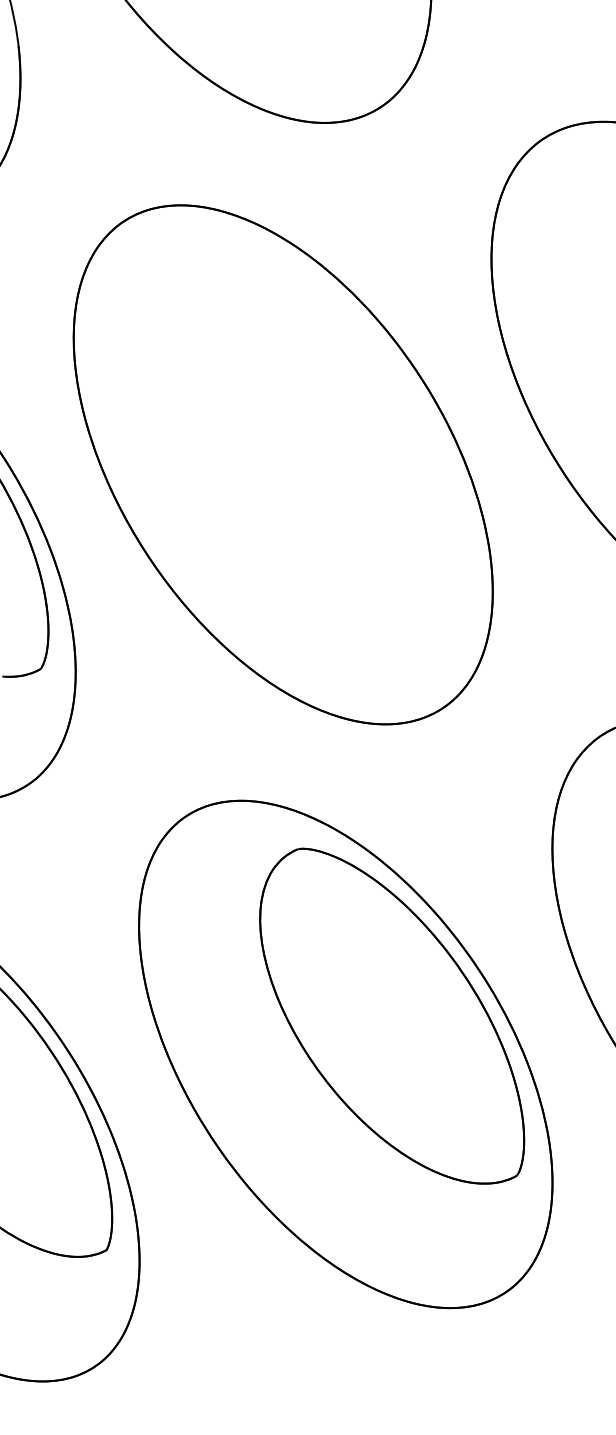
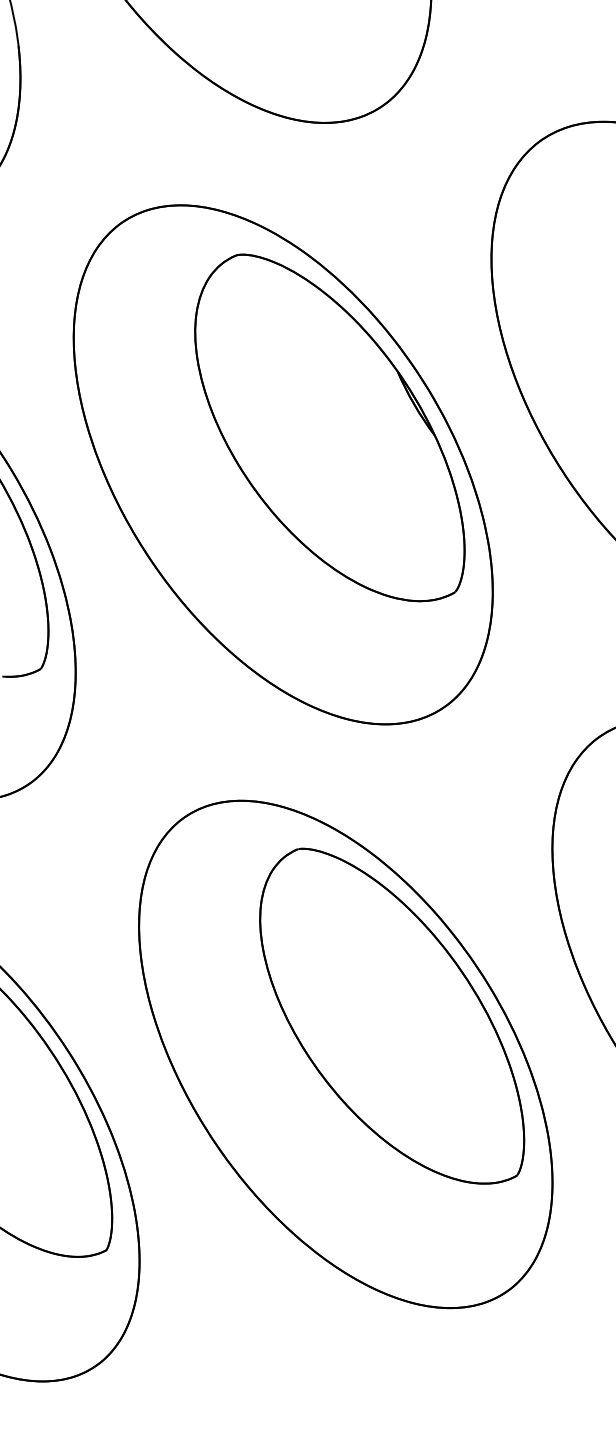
part at (329, 427): none -> present
